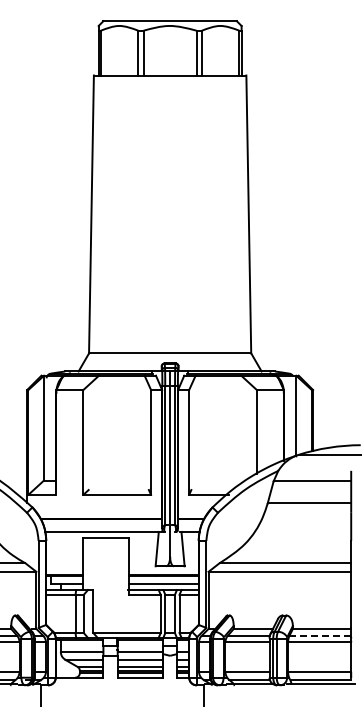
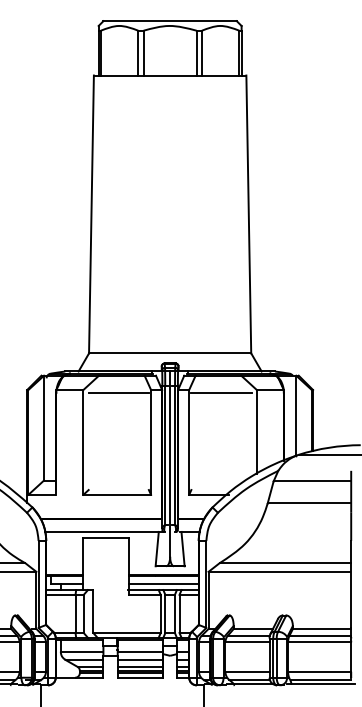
line at (118, 392): none -> present
line at (221, 392): none -> present
line at (320, 635): dashed -> solid
